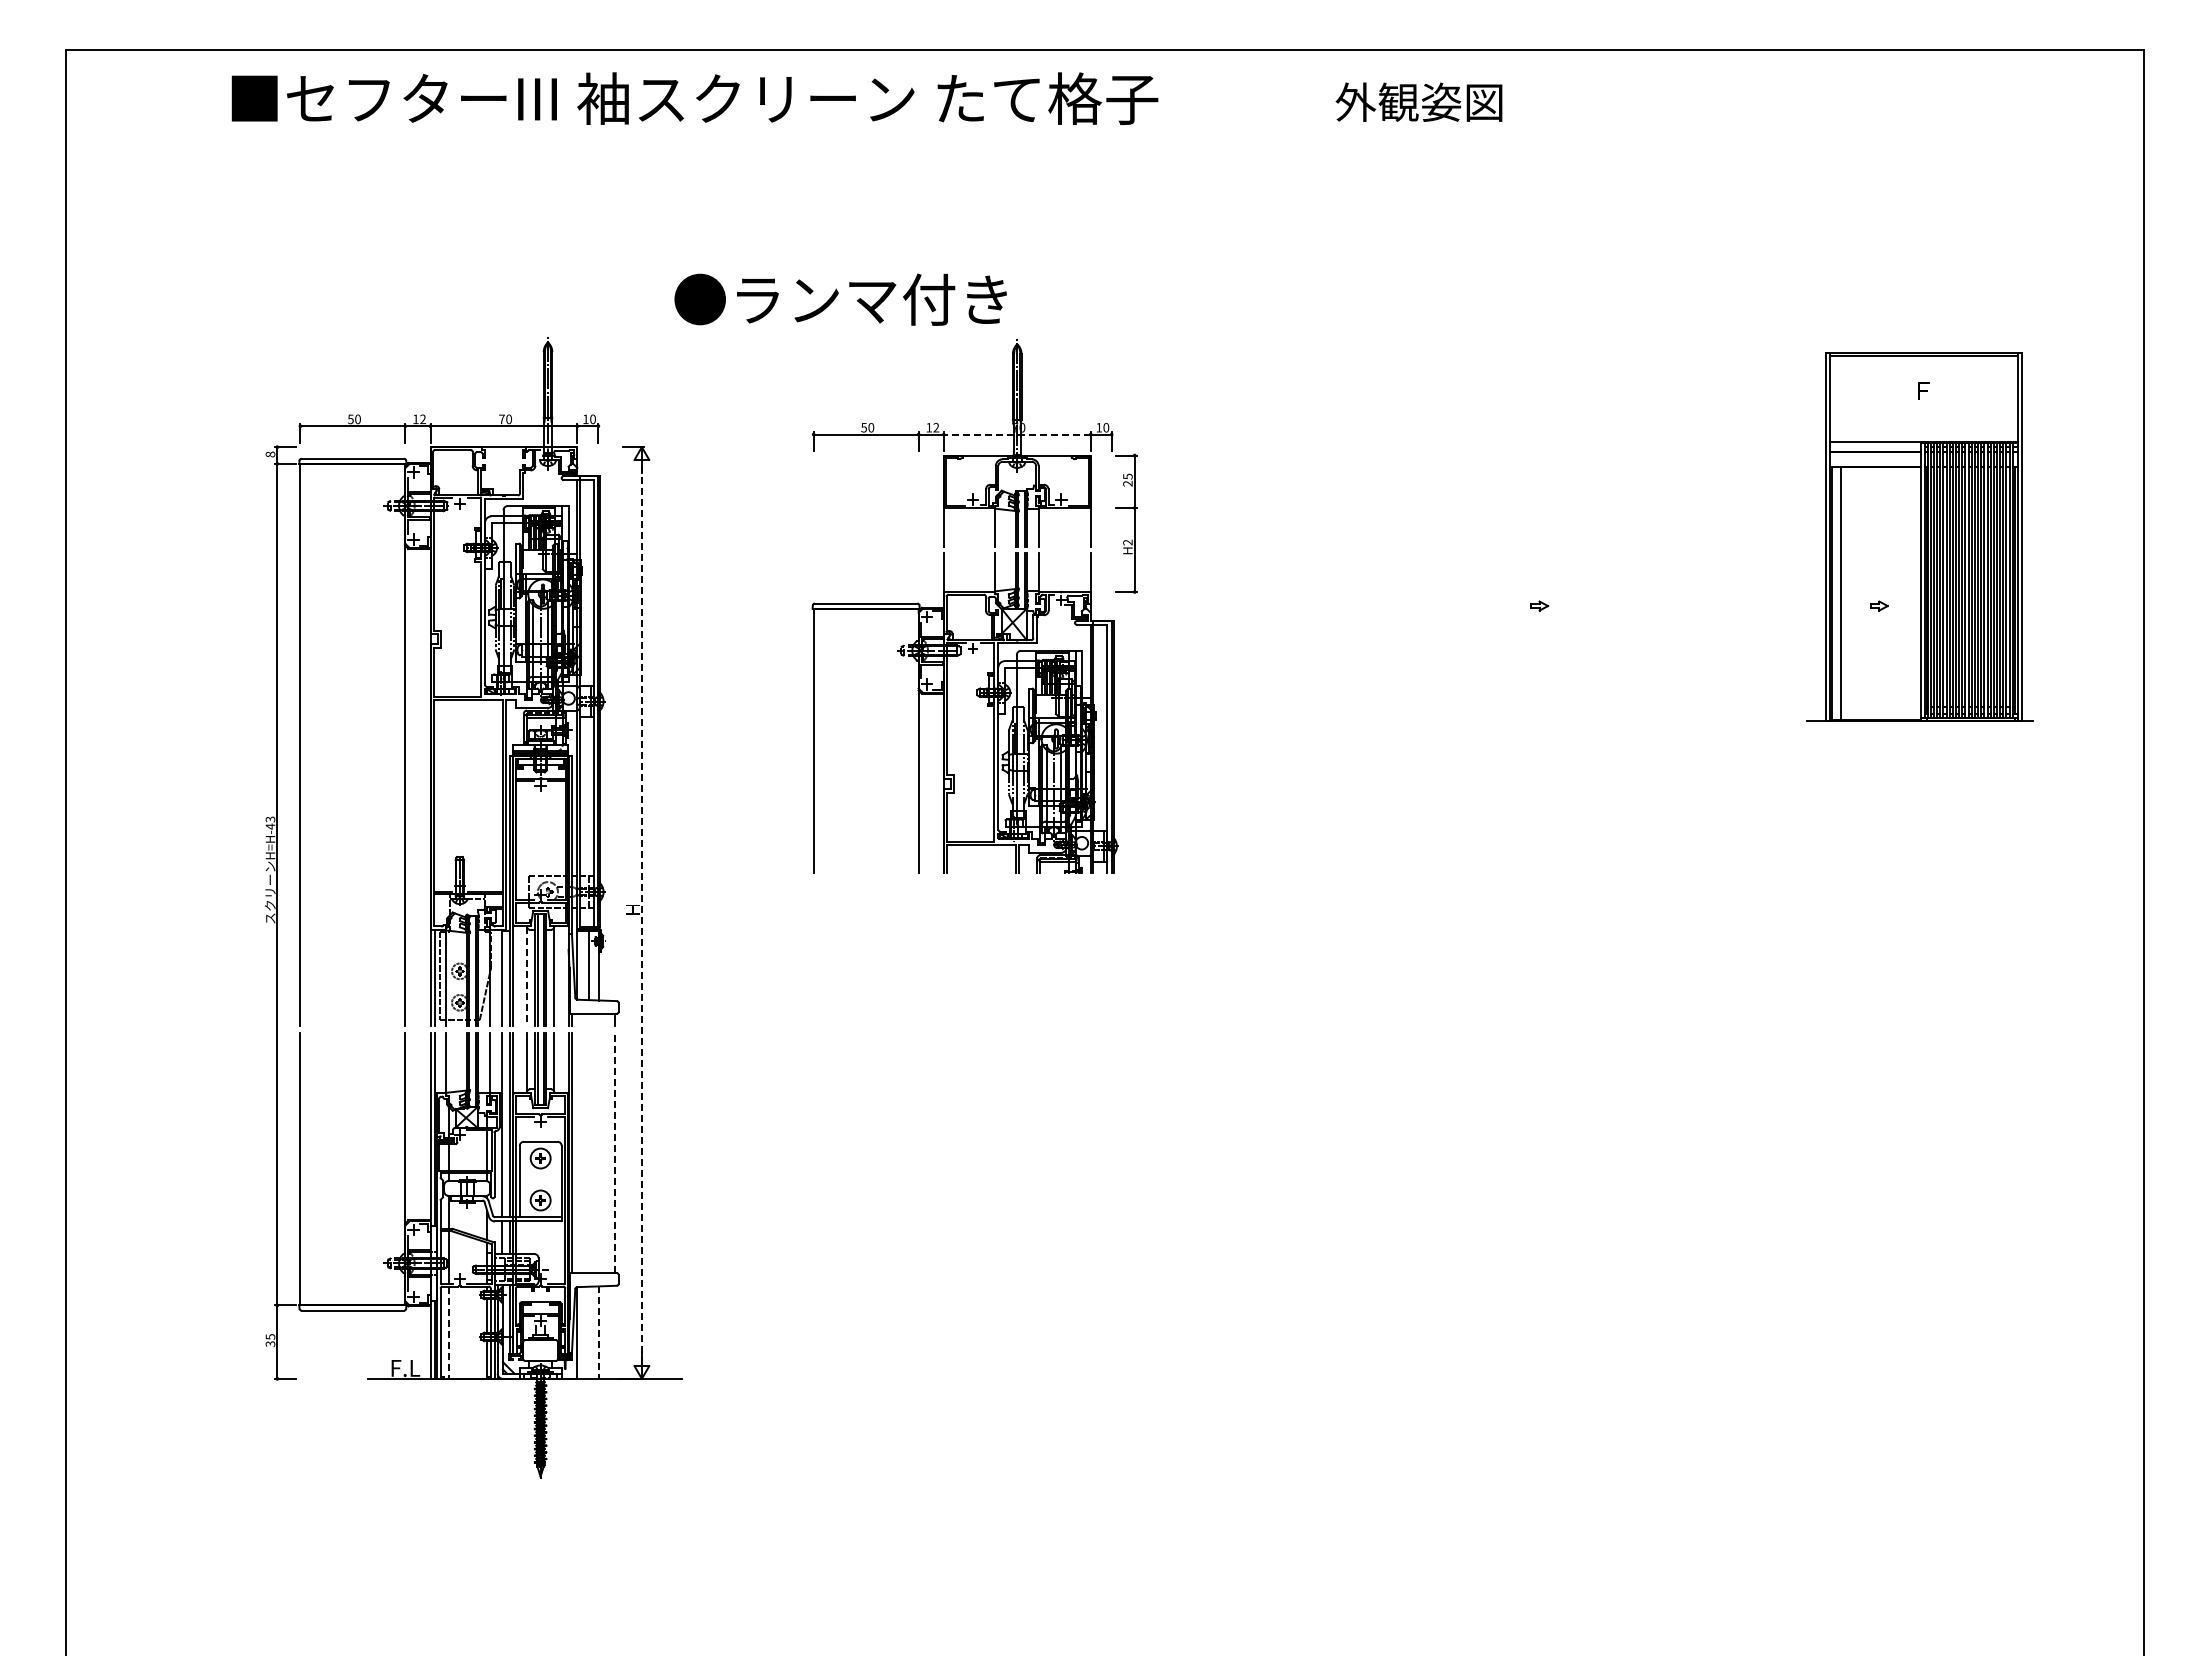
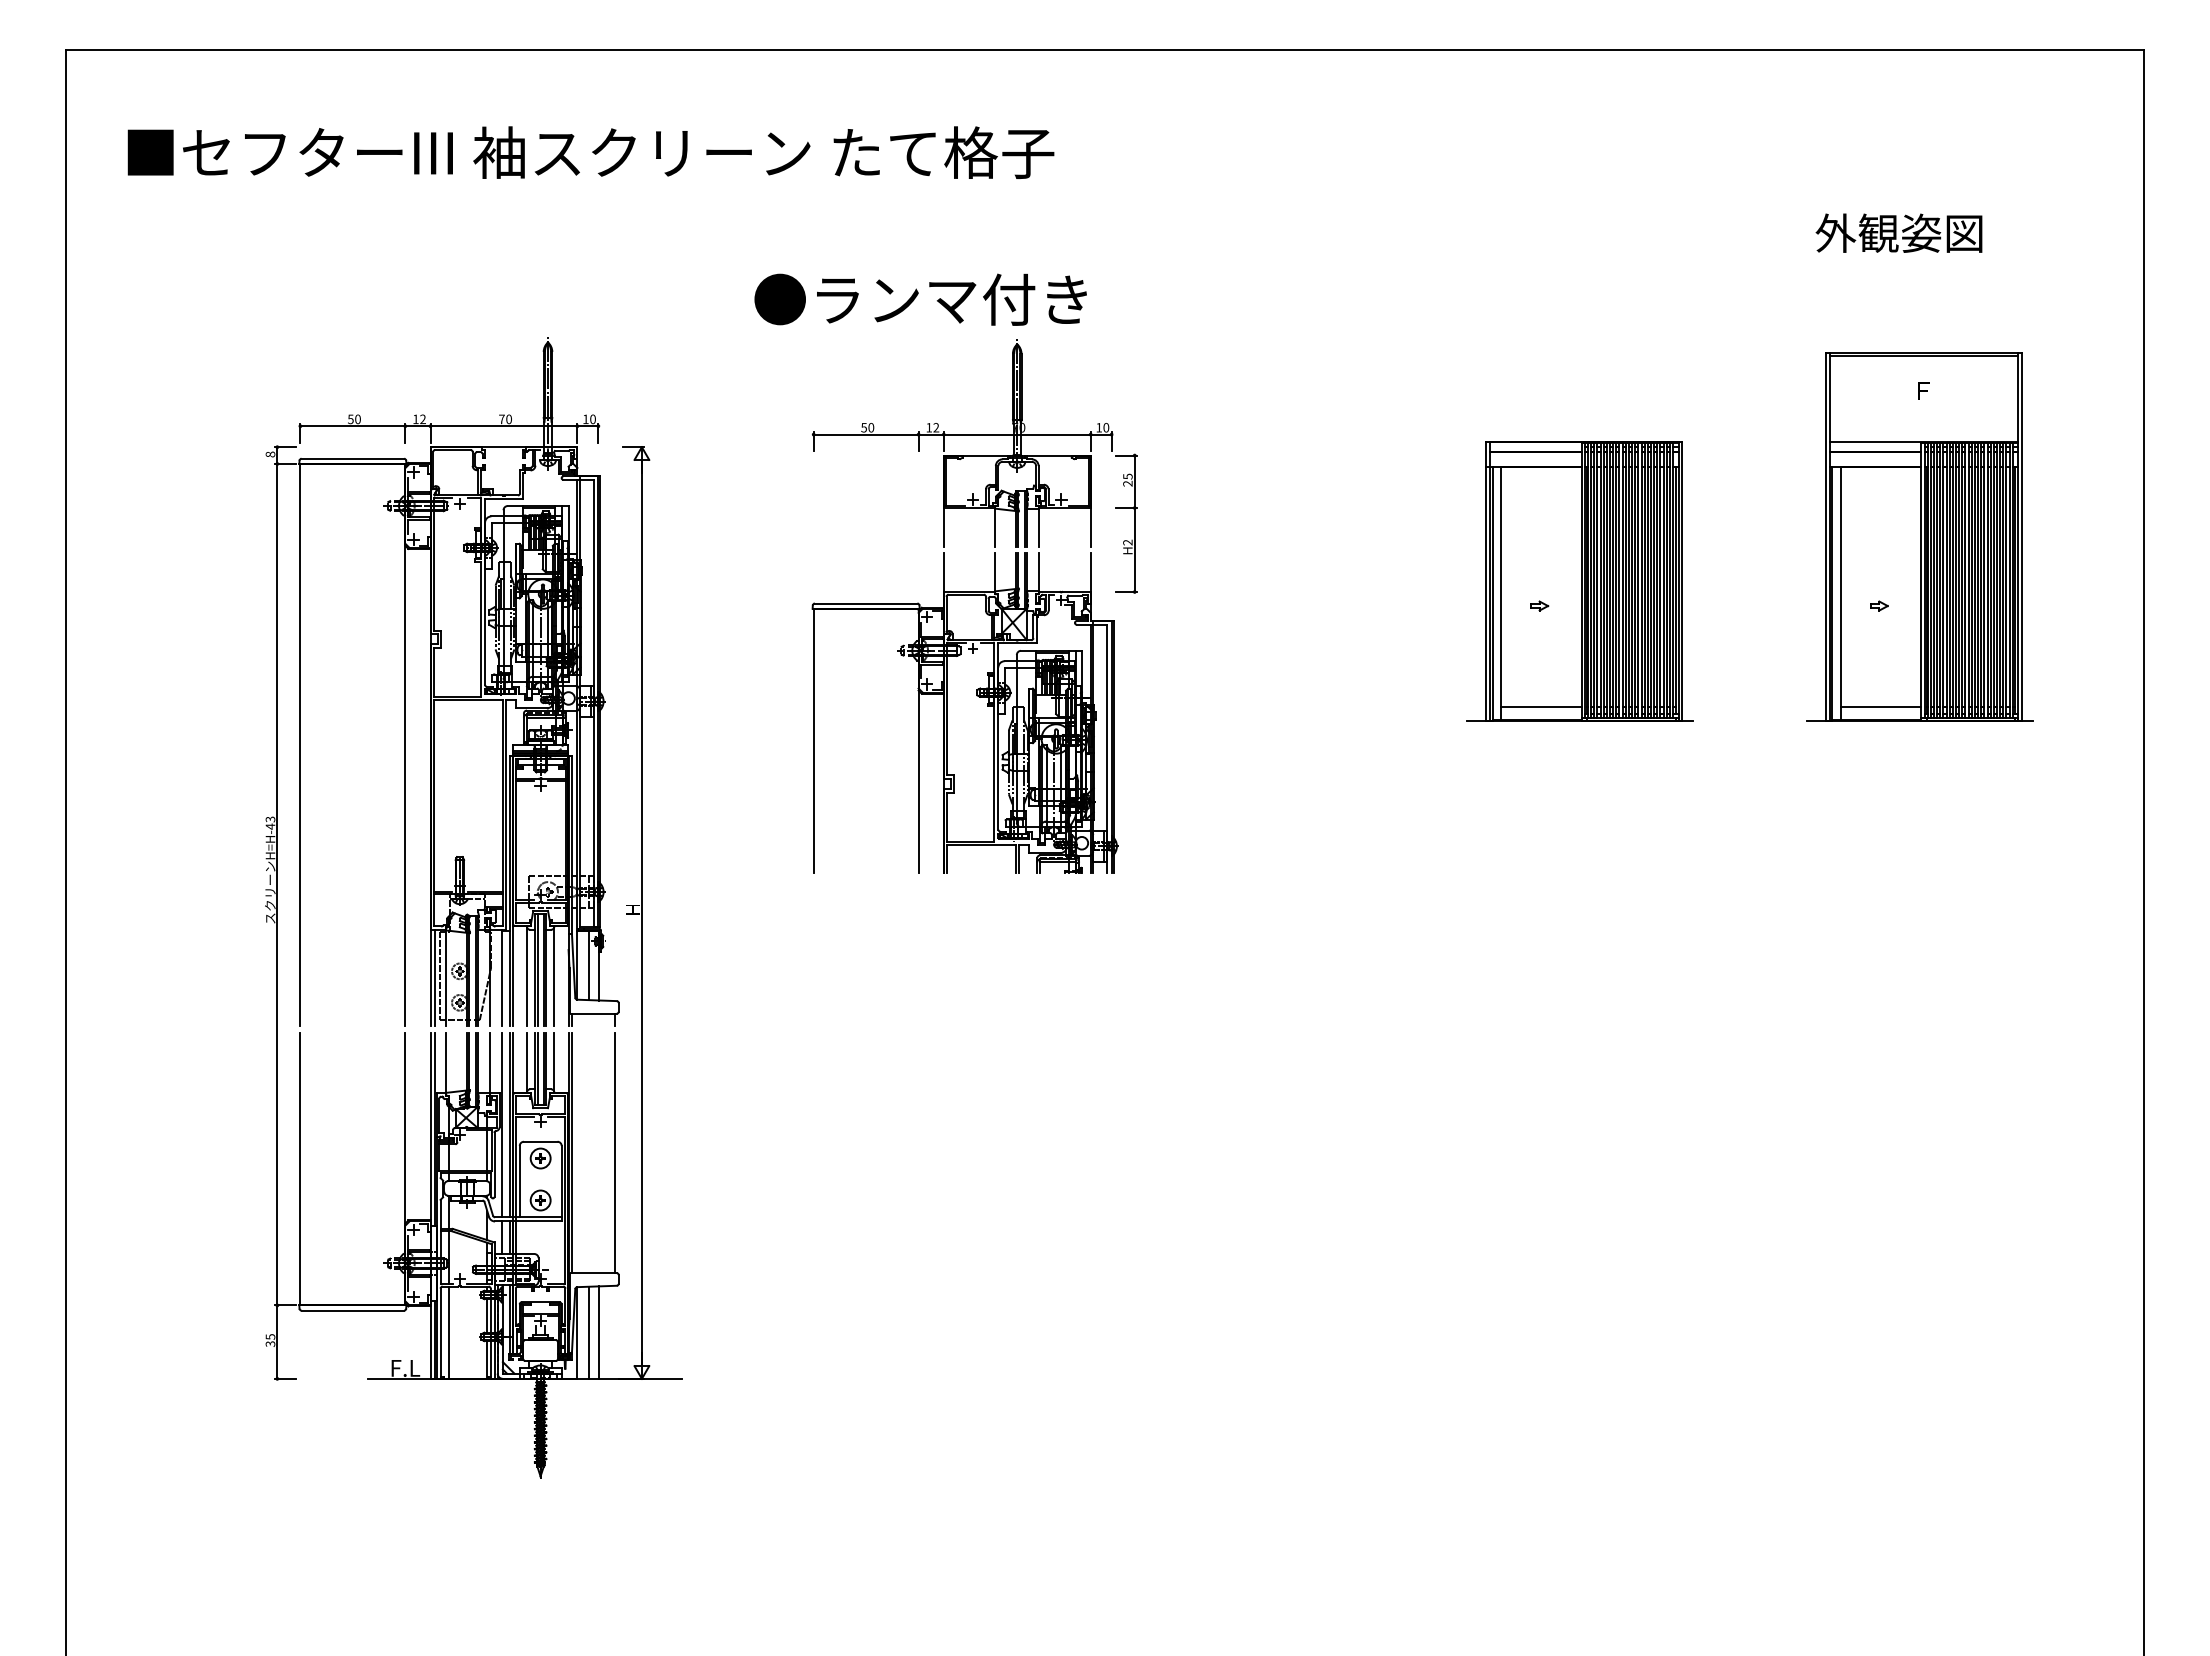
text at (694, 98) position: (694, 98) -> (590, 152)
text at (1418, 101) position: (1418, 101) -> (1898, 232)
text at (840, 299) position: (840, 299) -> (920, 299)
line at (1016, 434): dashed -> solid
part at (1579, 581): none -> present
line at (1880, 707): none -> present
line at (641, 912): dashed -> solid
line at (527, 976): dashed -> solid
line at (614, 1152): dashed -> solid
line at (588, 1332): none -> present
line at (449, 1333): dashed -> solid
line at (599, 1333): dashed -> solid
